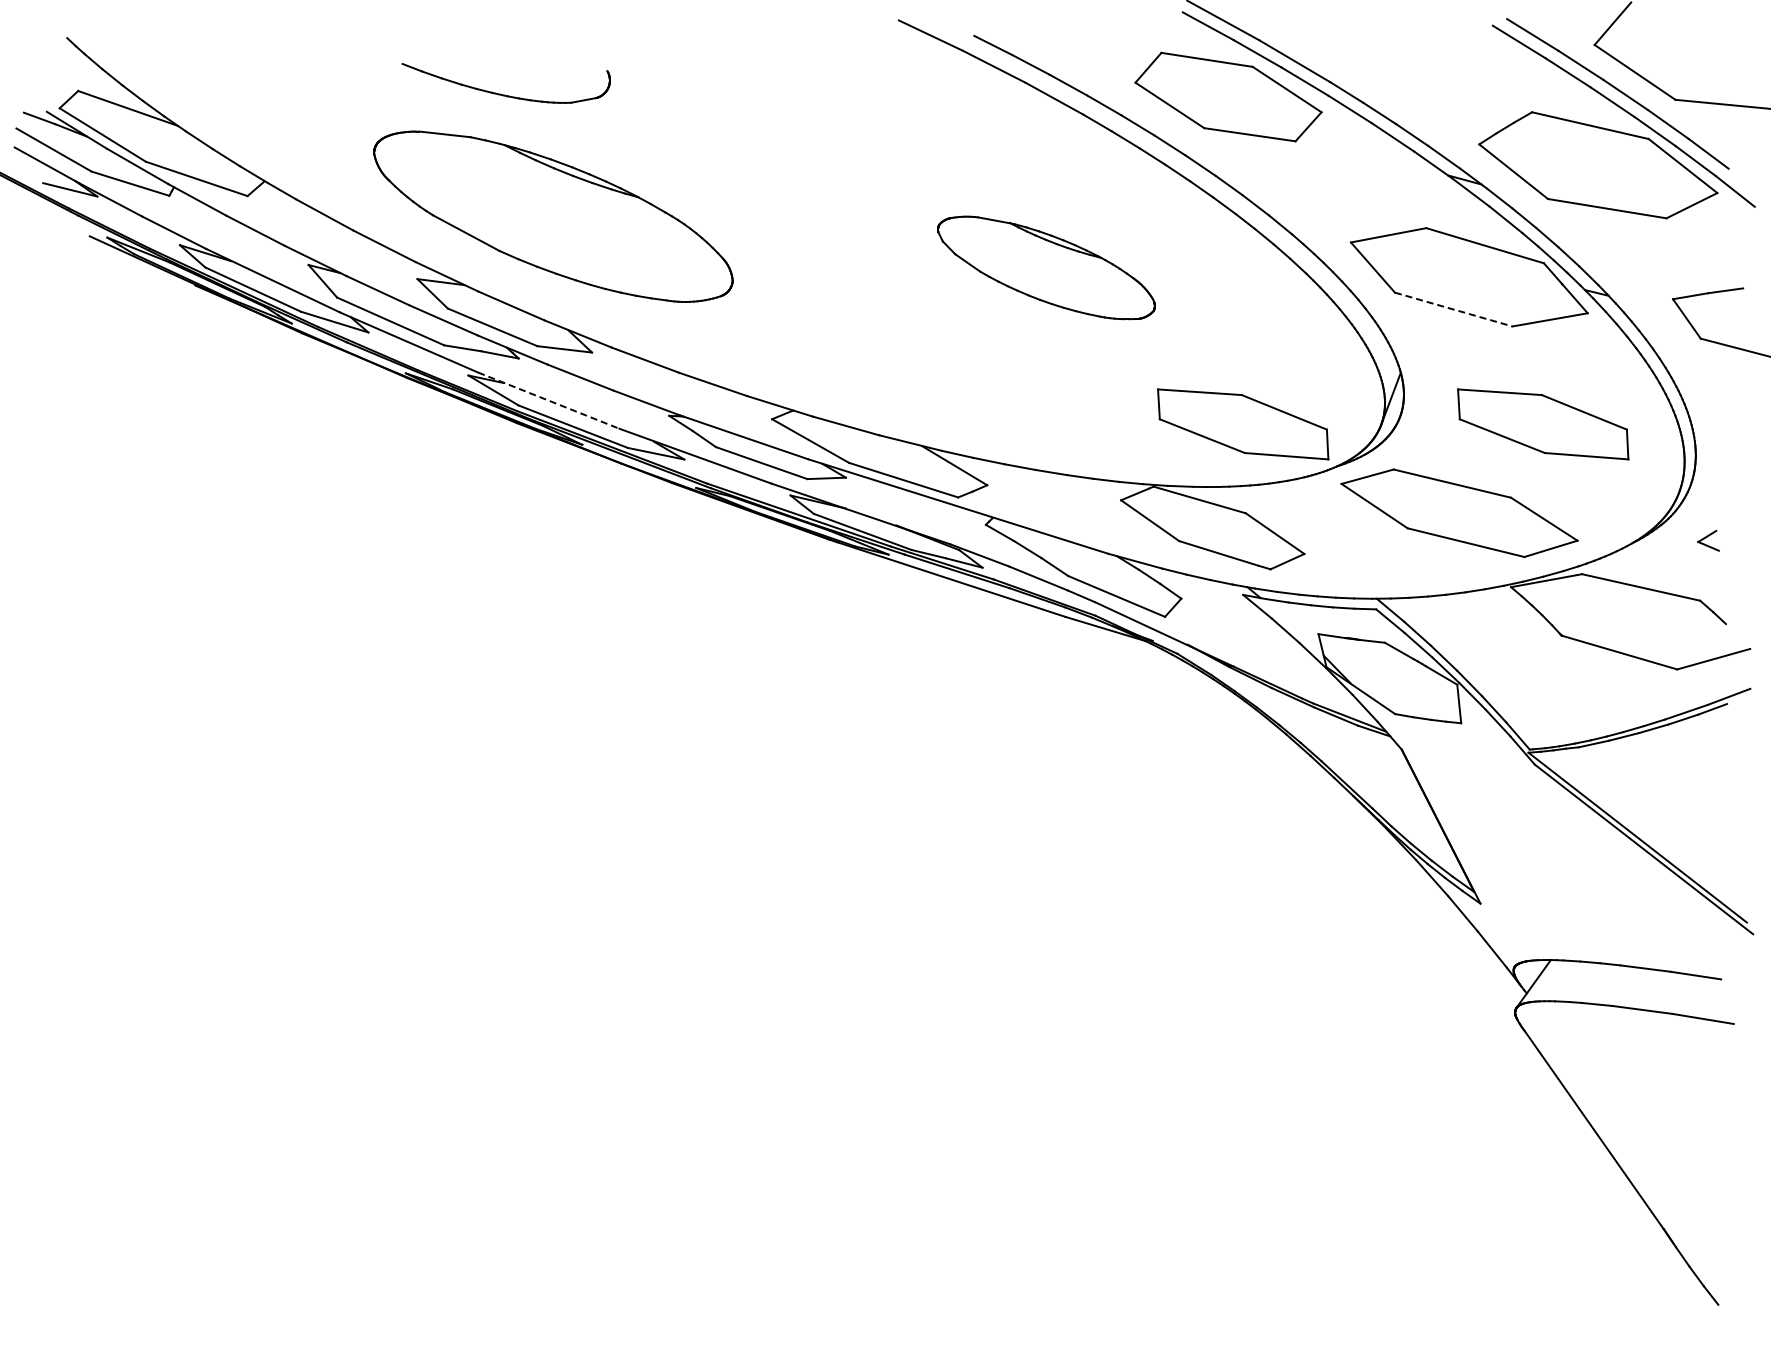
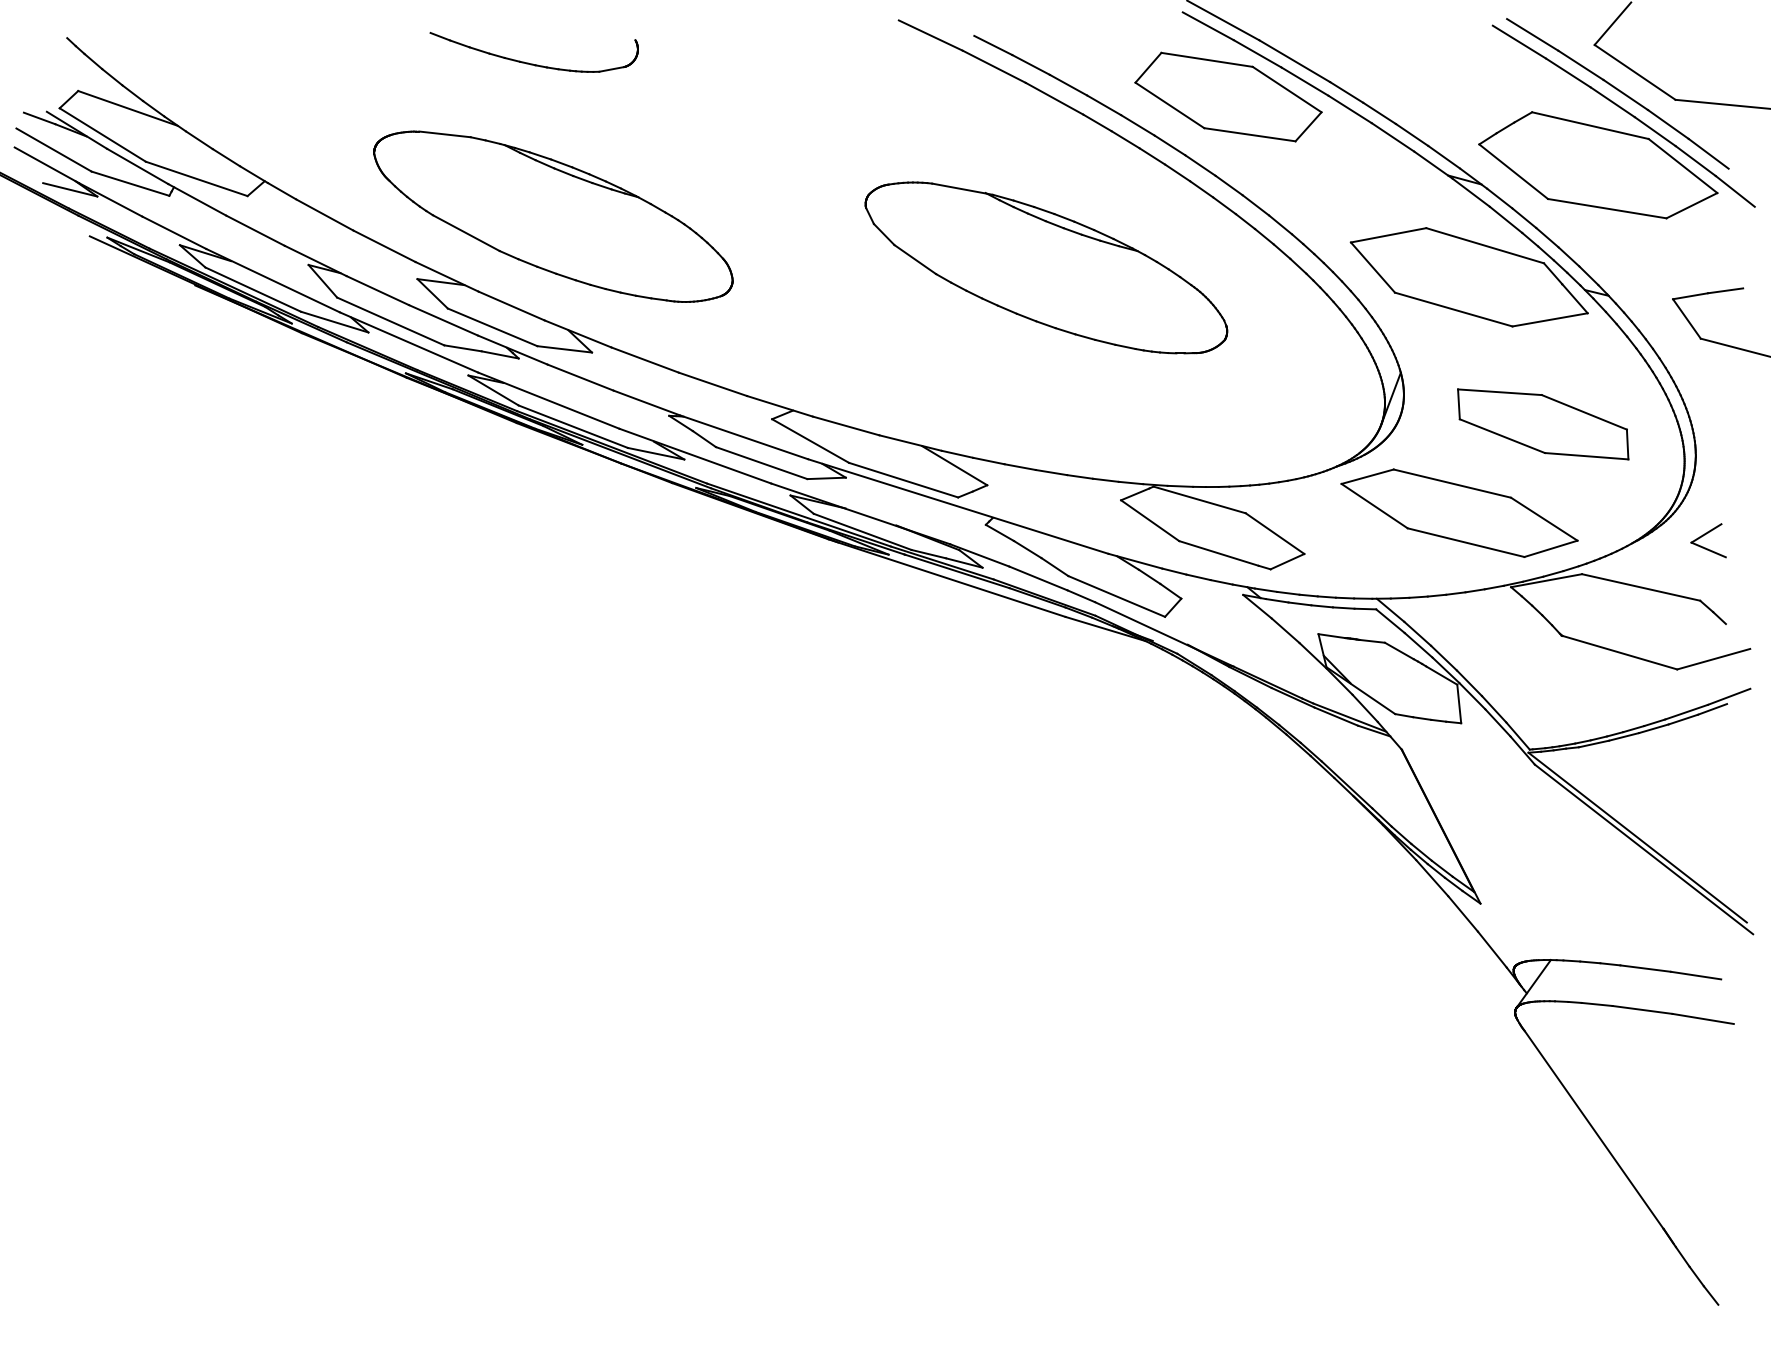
part at (505, 94) position: (505, 94) -> (533, 63)
part at (1046, 267) size: 219x106 px -> 365x174 px
line at (1454, 309): dashed -> solid
line at (549, 400): dashed -> solid
part at (1243, 424): present -> none
part at (1708, 540) size: 23x23 px -> 37x36 px
